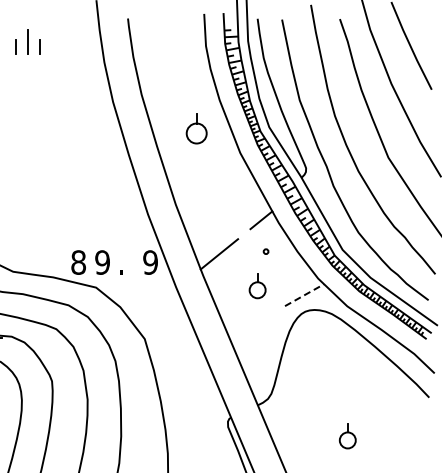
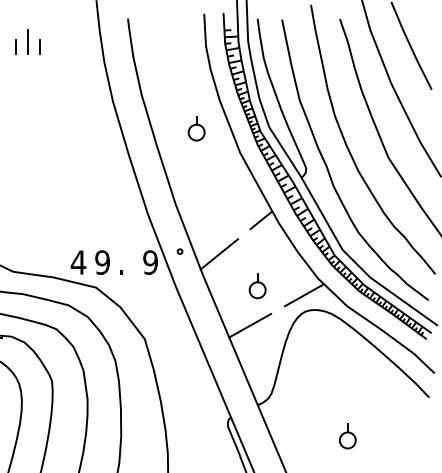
part at (196, 128) size: 23x32 px -> 19x26 px
circle at (265, 251) position: (265, 251) -> (179, 251)
text at (78, 262): 8 -> 4
line at (304, 294): dashed -> solid
line at (250, 325): none -> present
